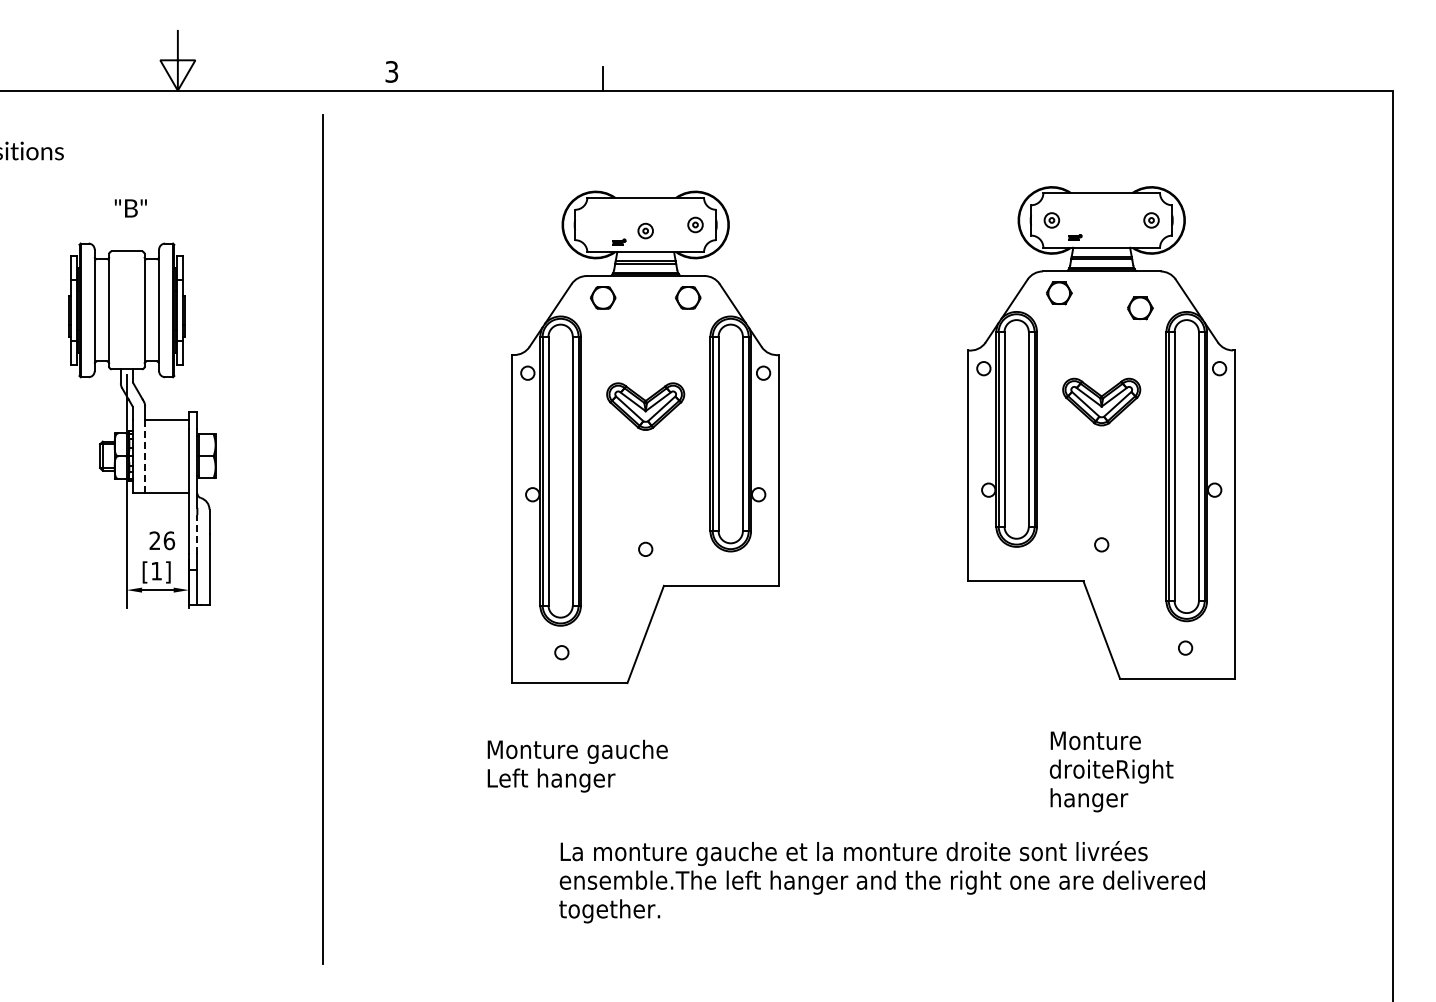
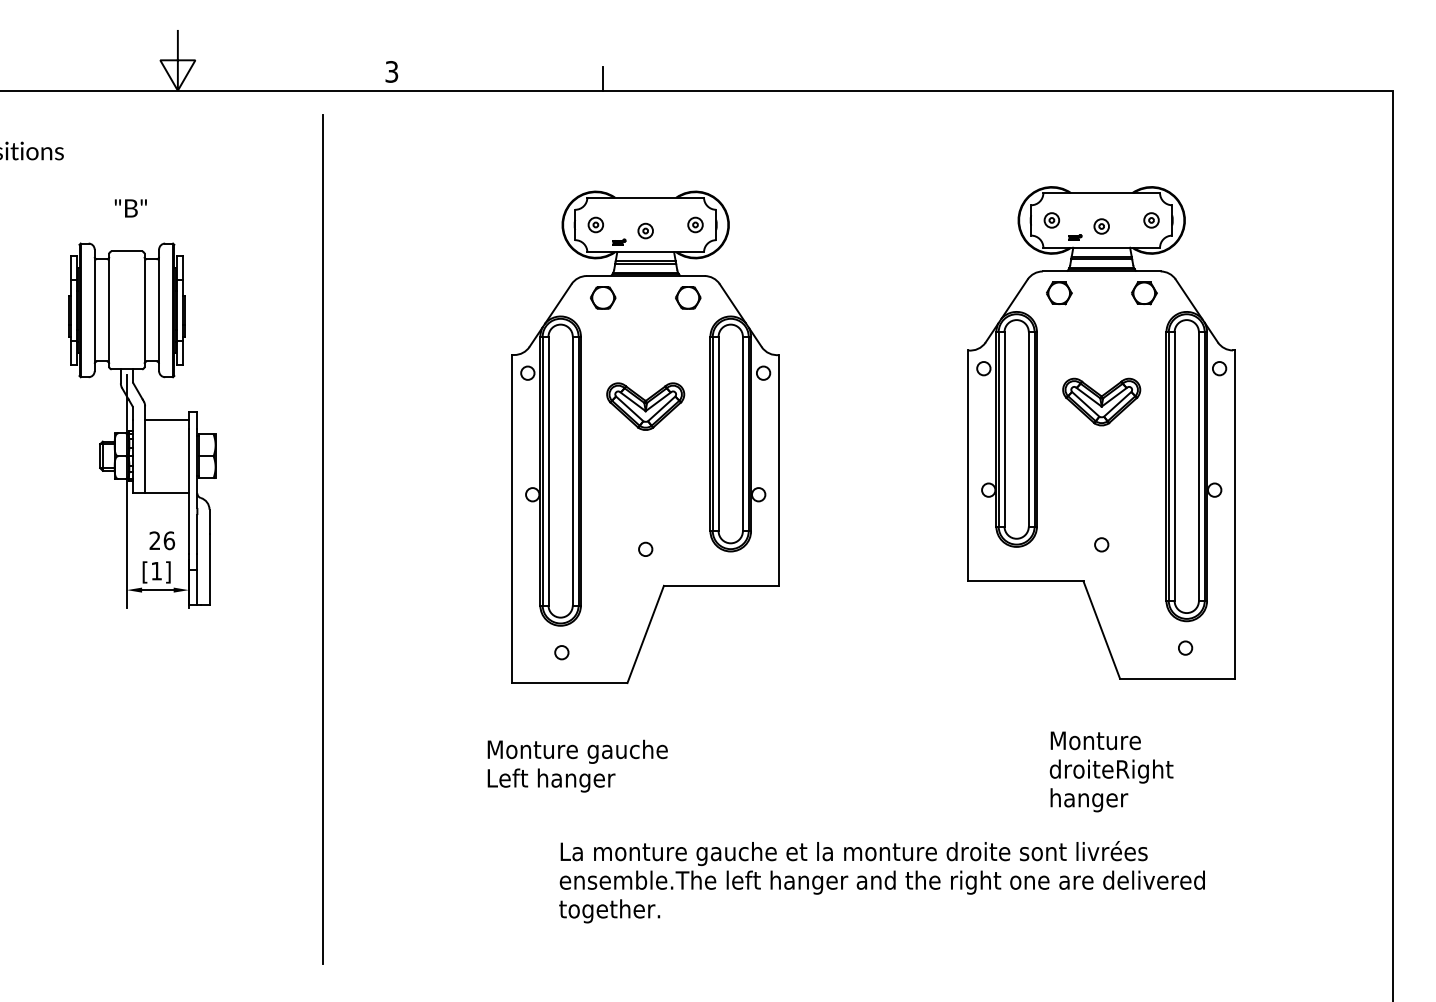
part at (595, 224): none -> present
part at (1101, 226): none -> present
part at (1140, 308) position: (1140, 308) -> (1144, 293)
line at (145, 456): dashed -> solid
line at (197, 534): dashed -> solid
